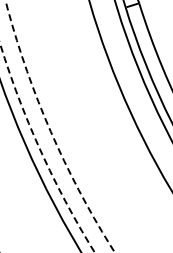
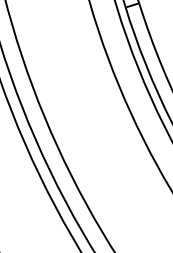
arc at (50, 131): dashed -> solid
arc at (41, 153): dashed -> solid
